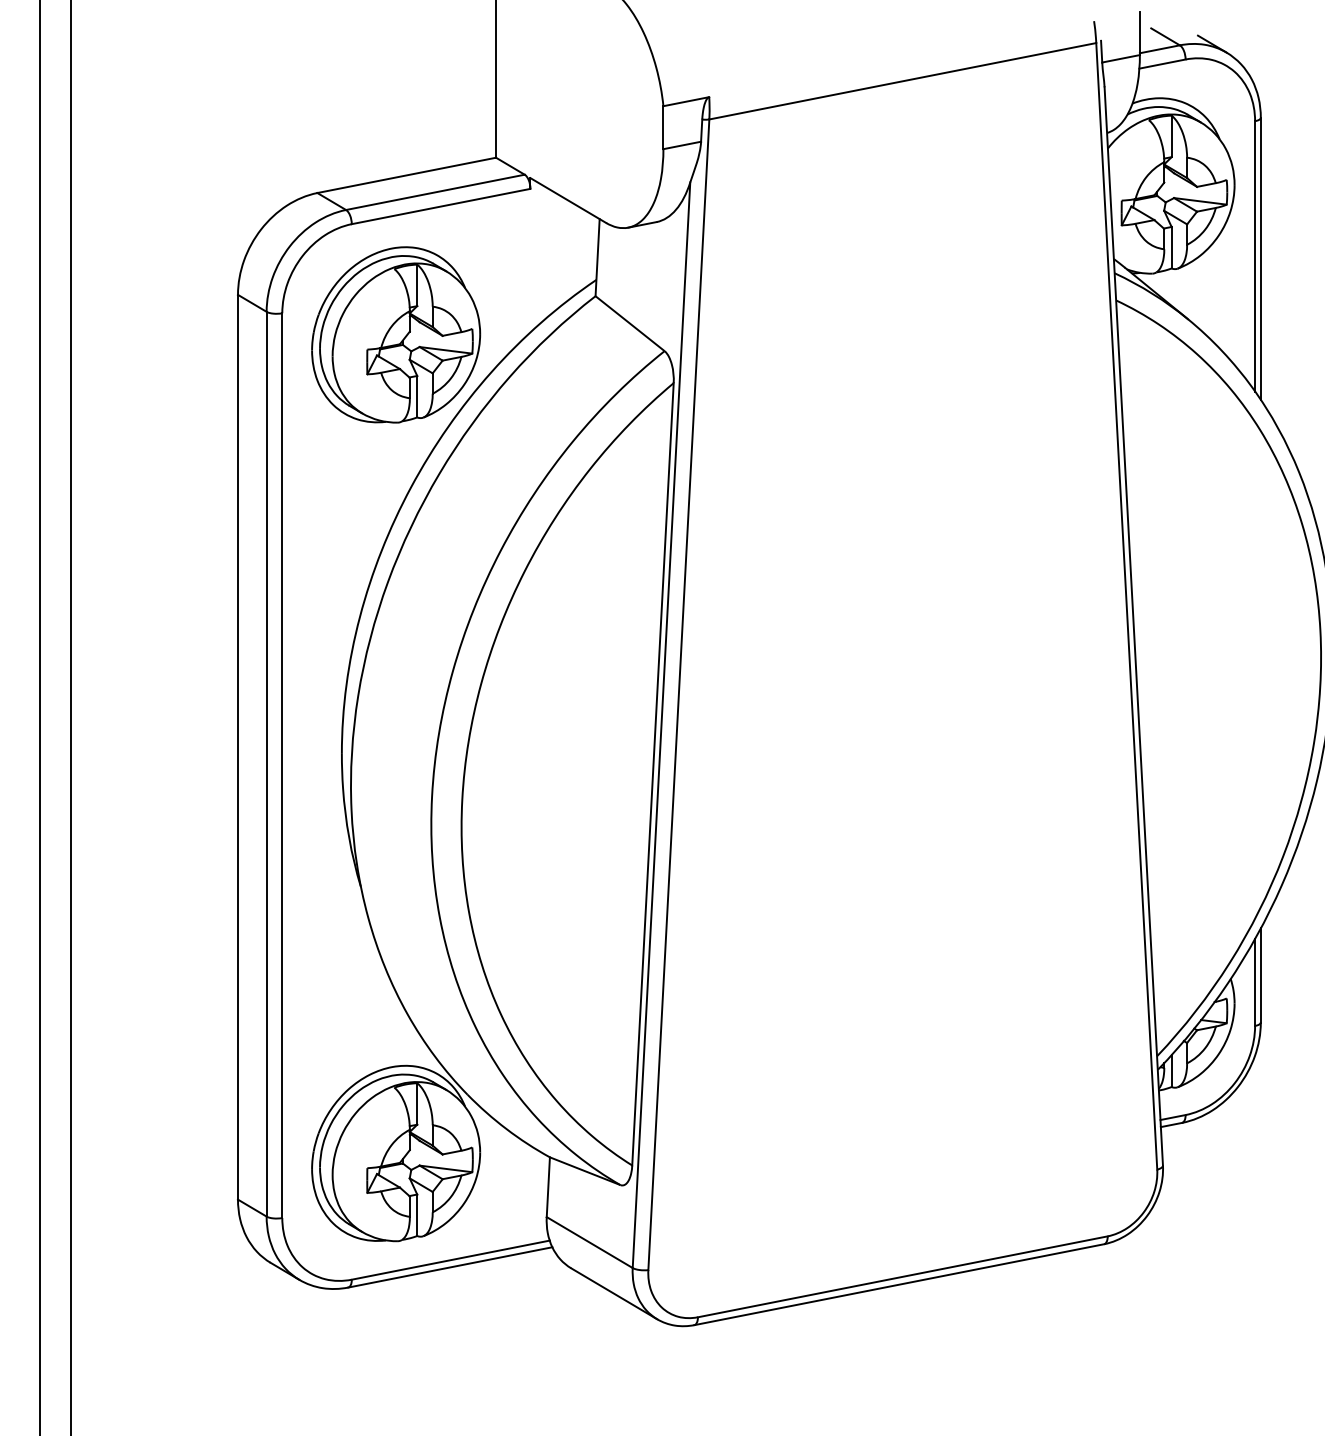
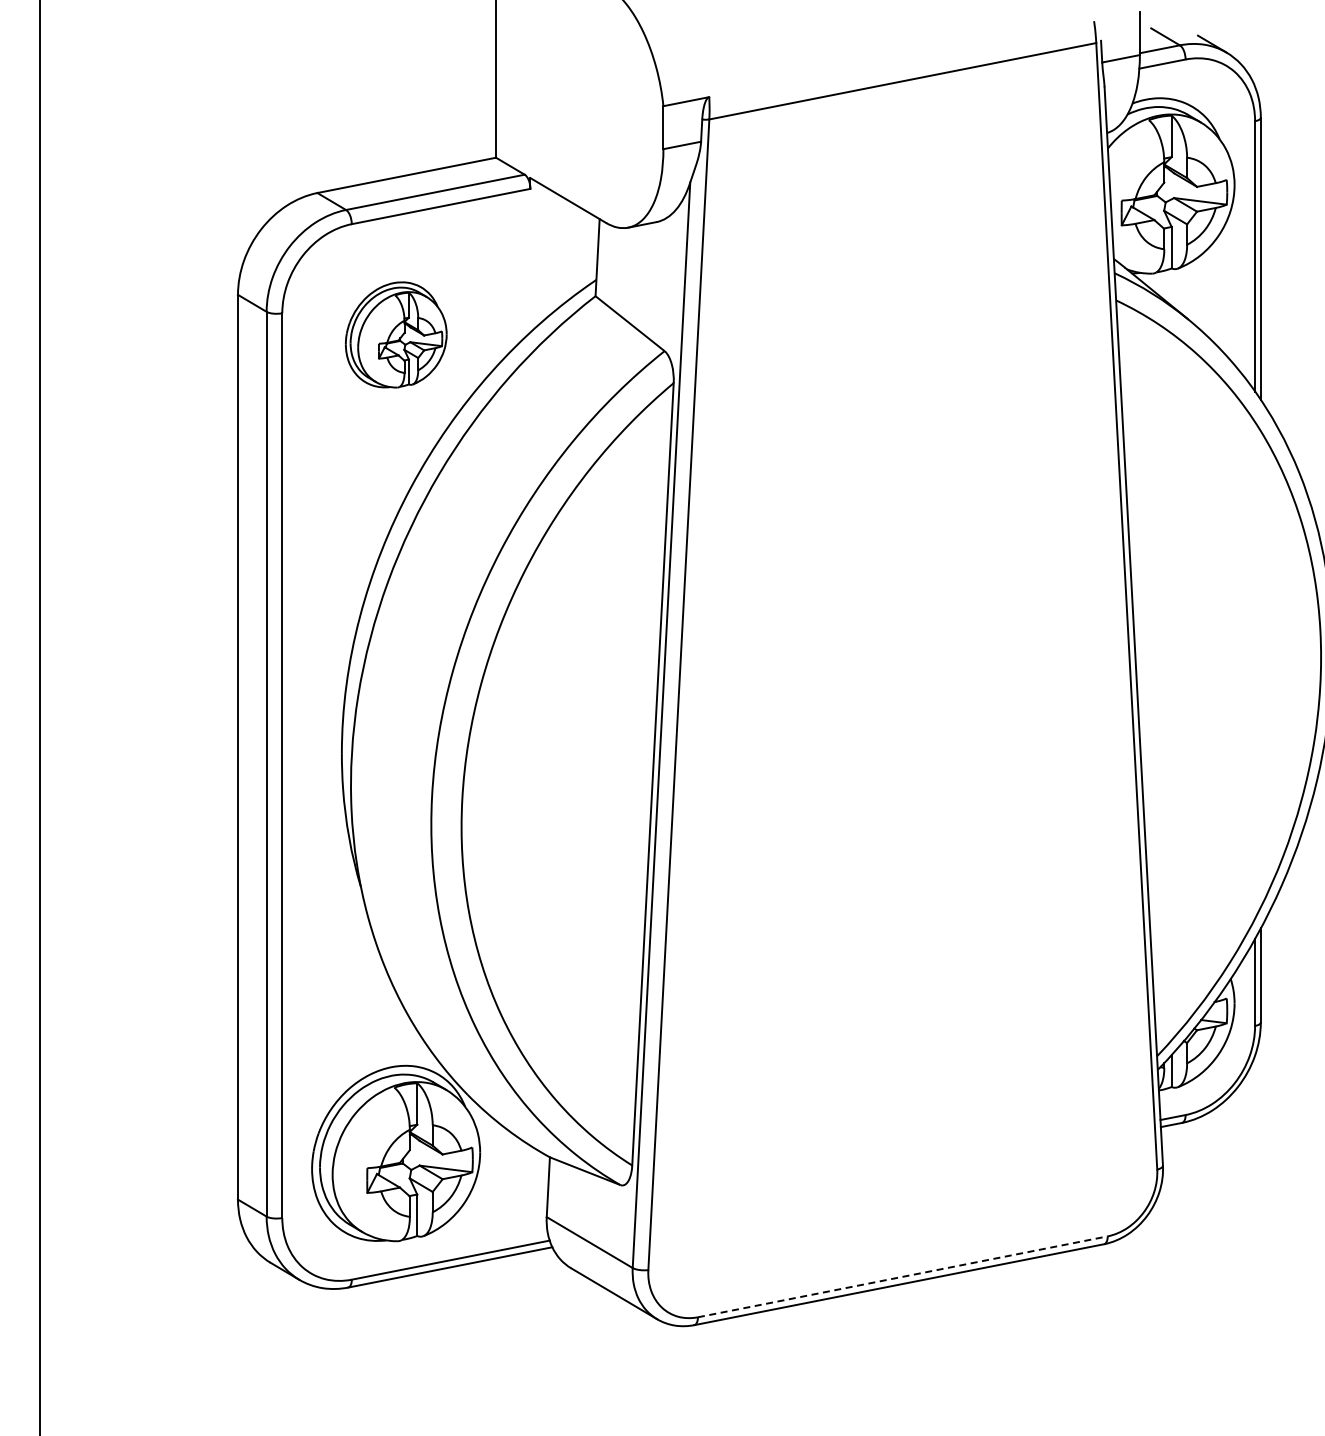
part at (396, 334) size: 171x178 px -> 103x108 px
line at (70, 717): present -> none
line at (902, 1276): solid -> dashed
